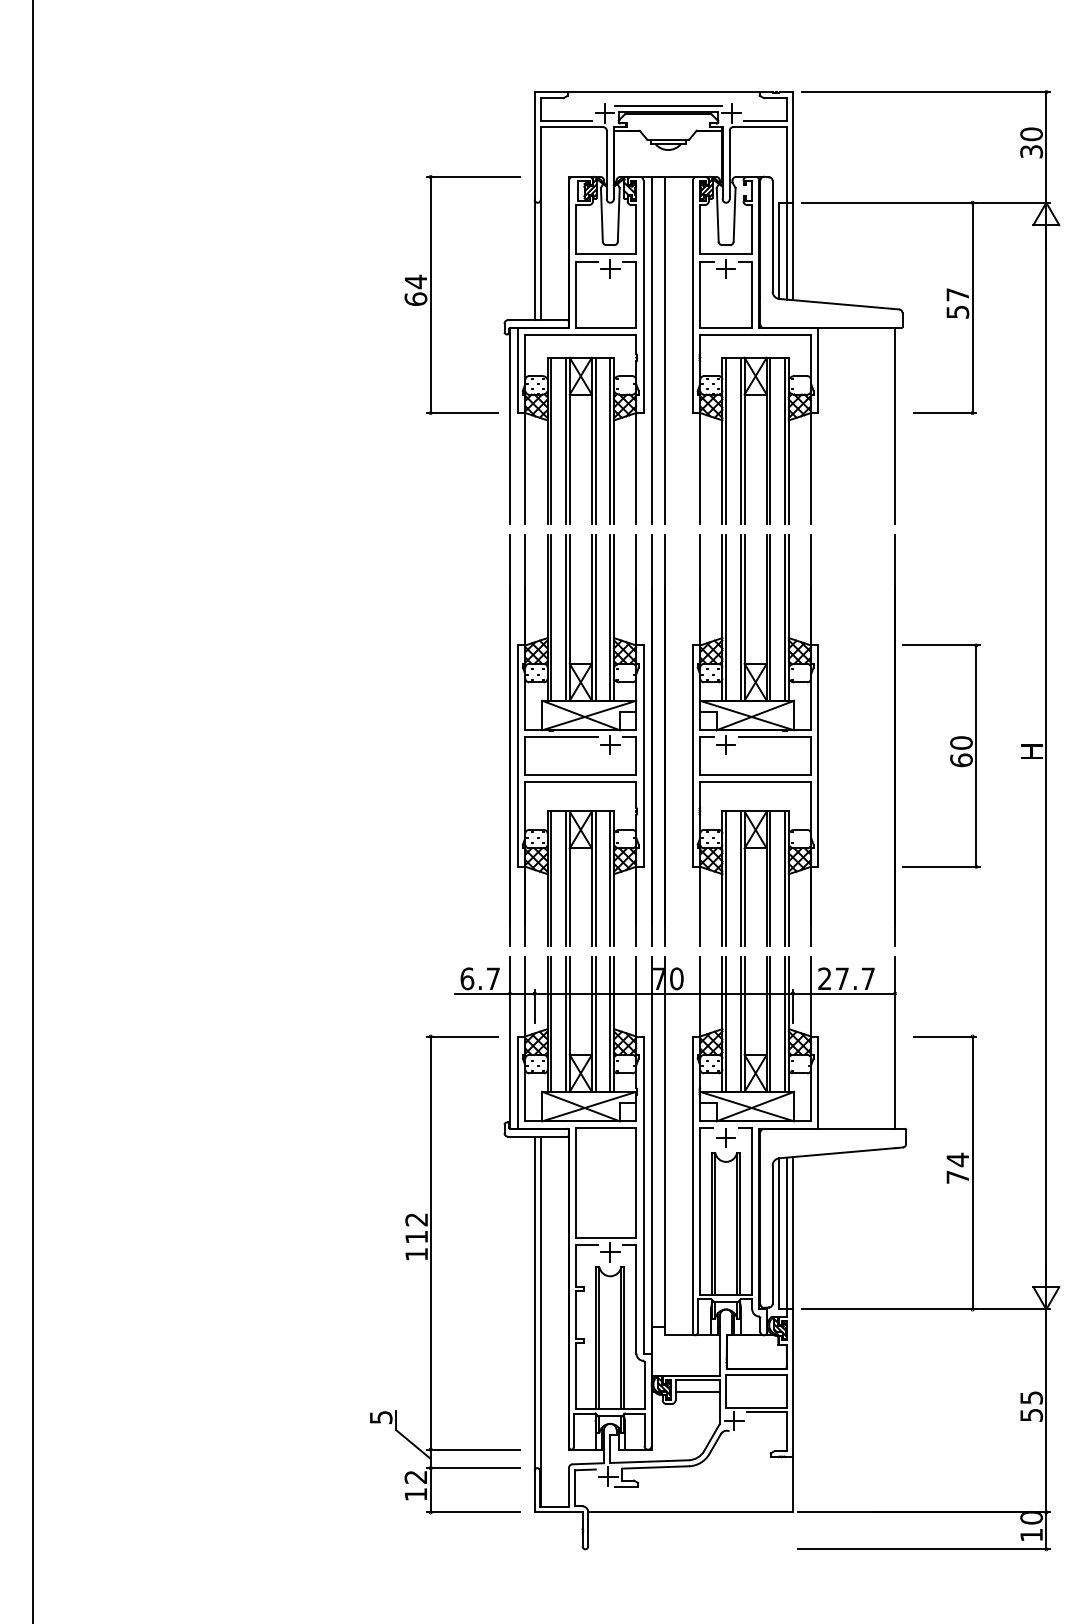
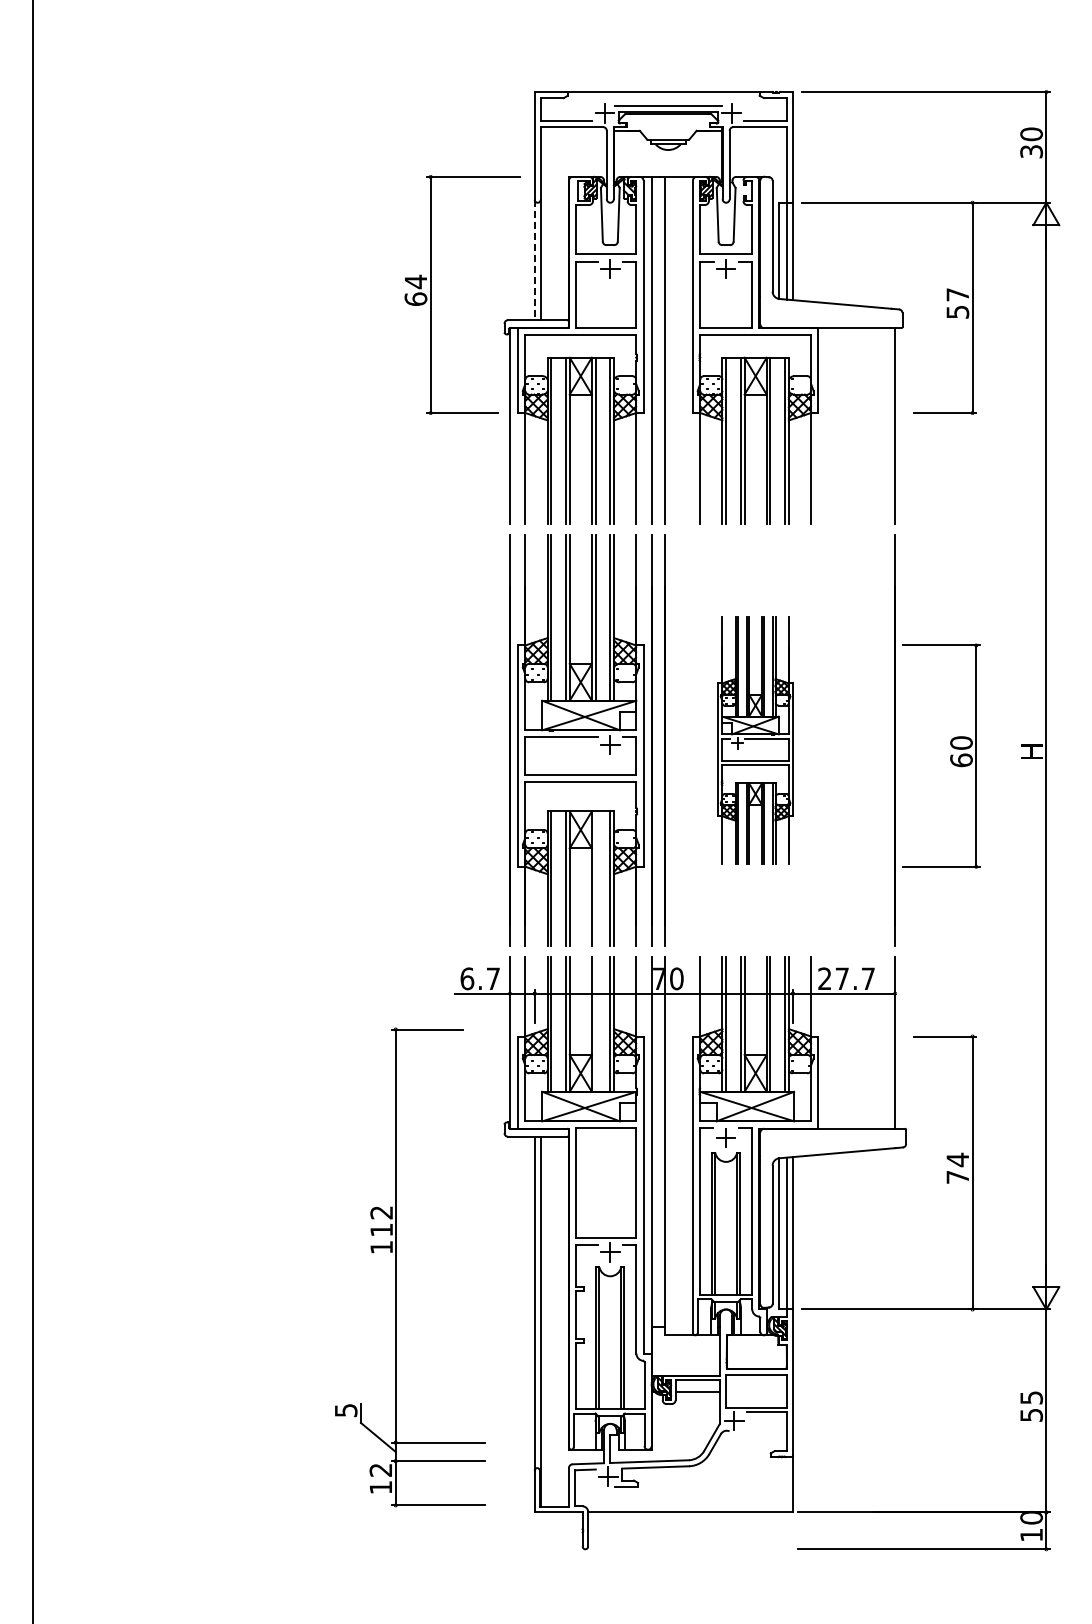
line at (534, 260): solid -> dashed
part at (755, 740) size: 127x413 px -> 77x249 px
line at (595, 878): present -> none
line at (595, 1024): present -> none
part at (431, 1274) position: (431, 1274) -> (396, 1267)
